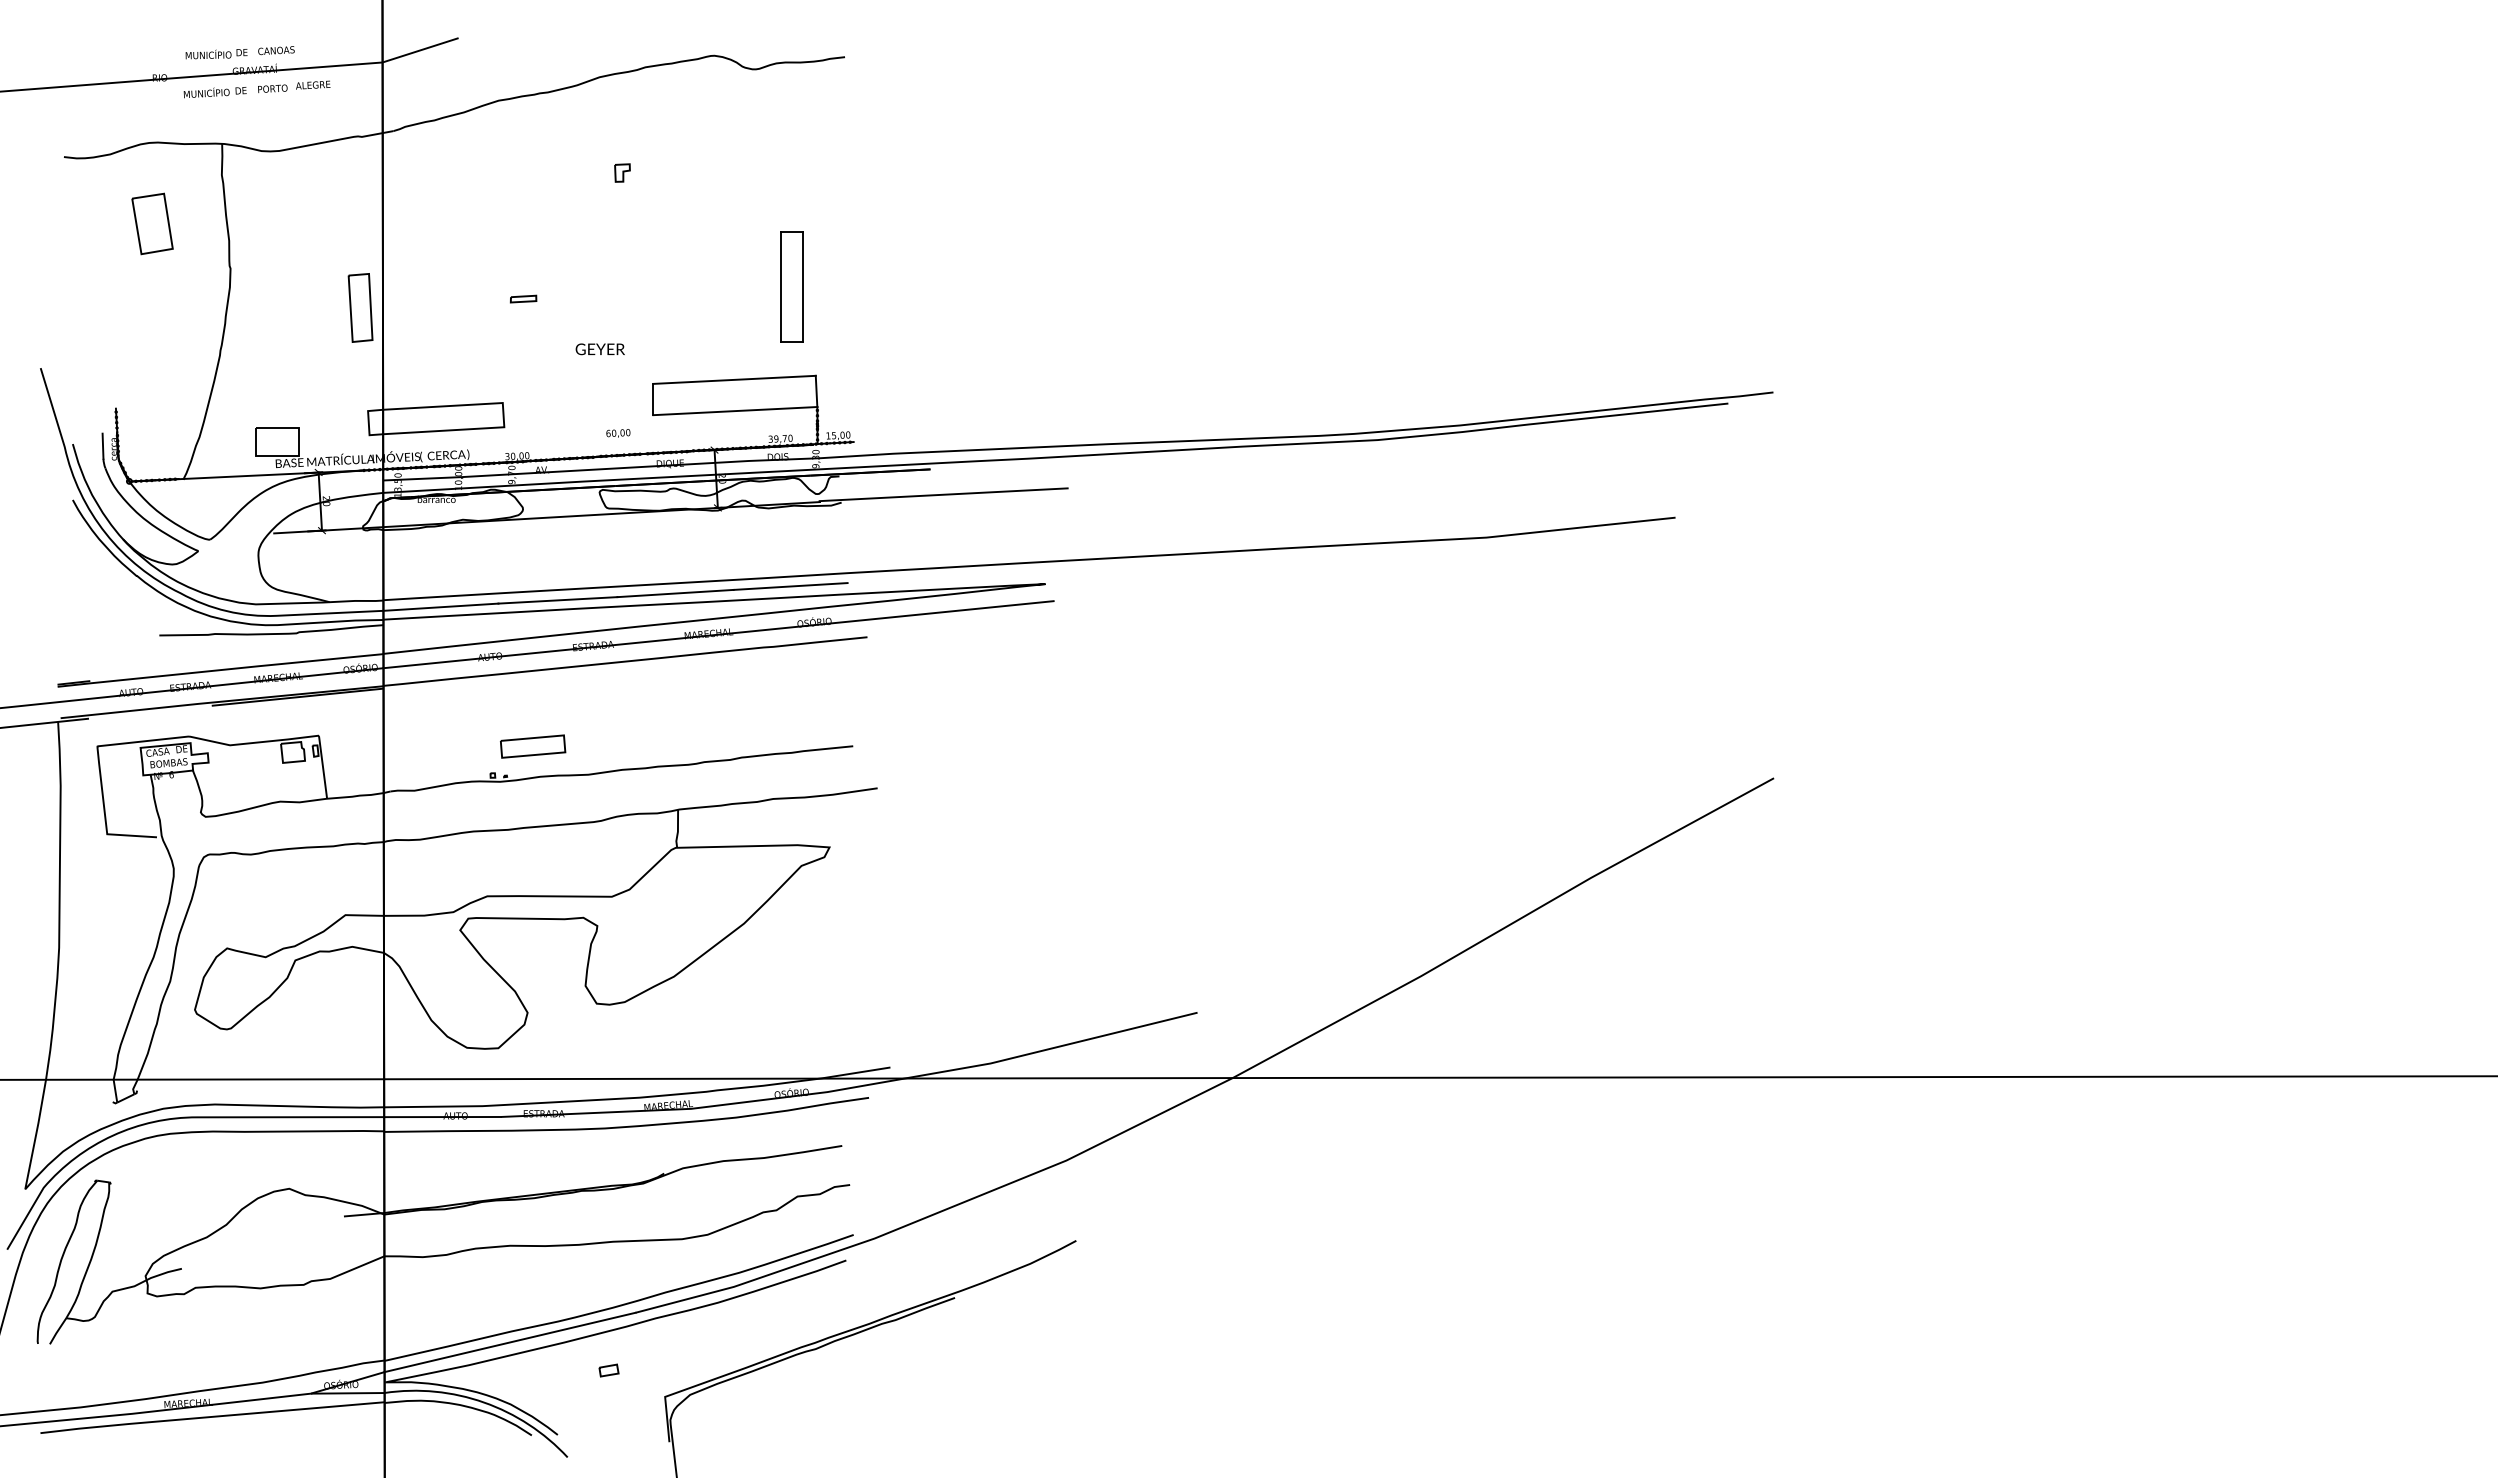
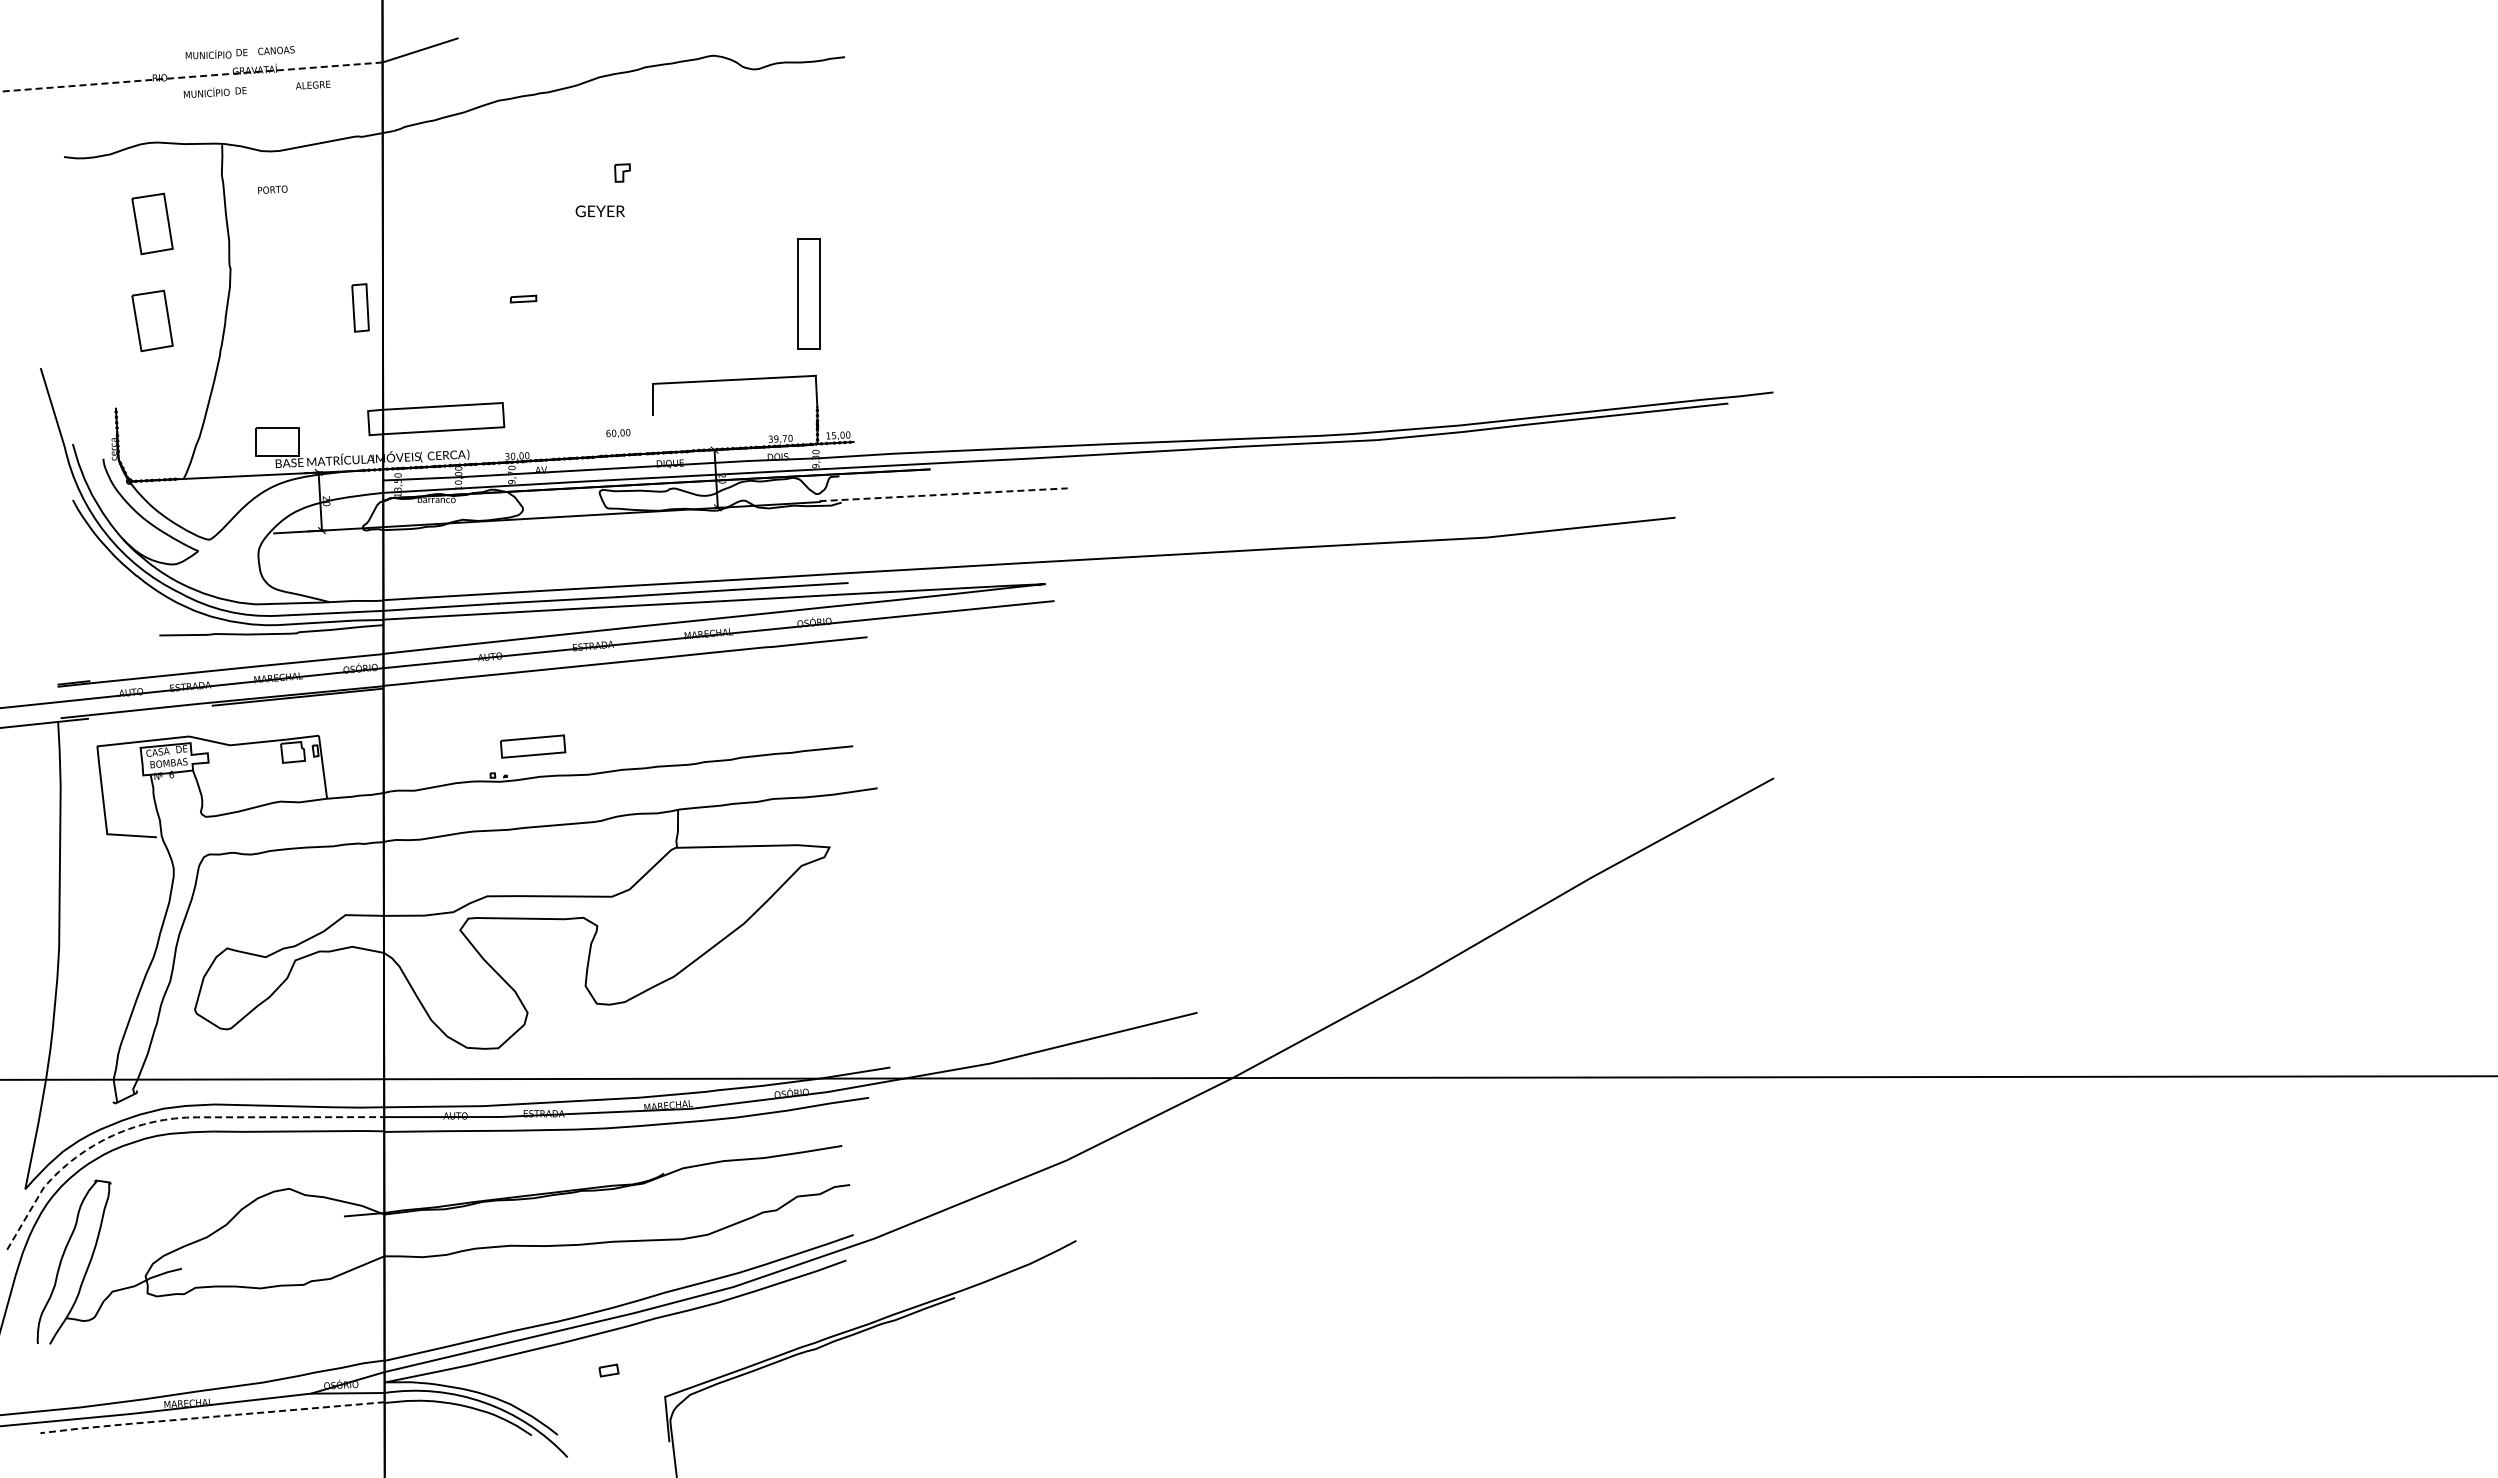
line at (190, 76): solid -> dashed
text at (272, 88) position: (272, 88) -> (272, 189)
part at (791, 286) position: (791, 286) -> (808, 293)
part at (360, 307) size: 27x70 px -> 19x50 px
part at (152, 320): none -> present
text at (599, 349) position: (599, 349) -> (599, 211)
line at (735, 411): present -> none
line at (102, 445): present -> none
line at (944, 494): solid -> dashed
line at (162, 1120): solid -> dashed
line at (210, 1417): solid -> dashed
